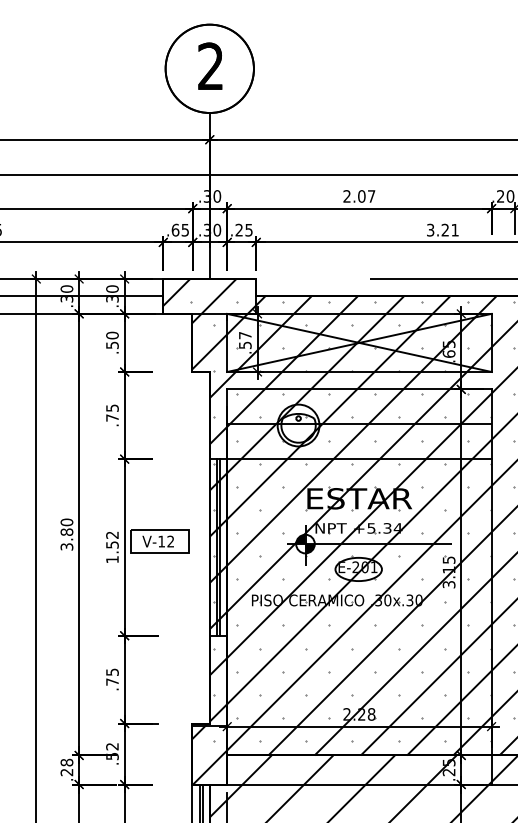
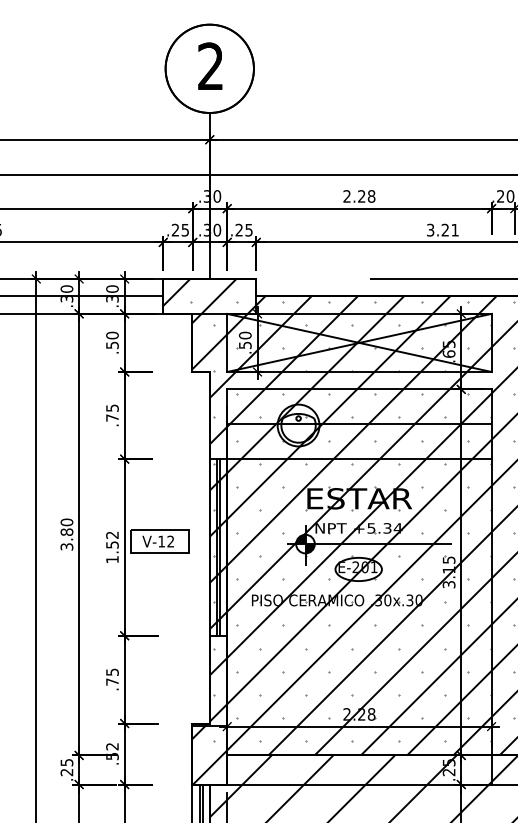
text at (366, 196): 2.07 -> 2.28
text at (175, 229): .65 -> .25
text at (245, 335): .57 -> .50
text at (66, 762): .28 -> .25
